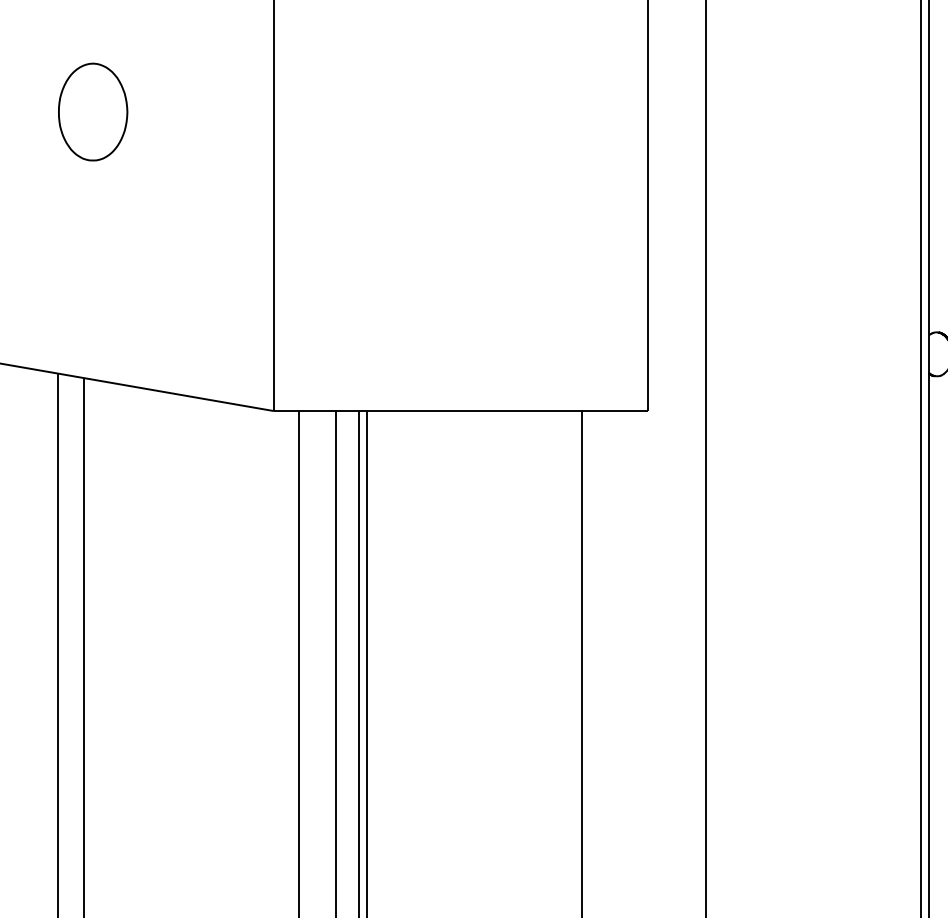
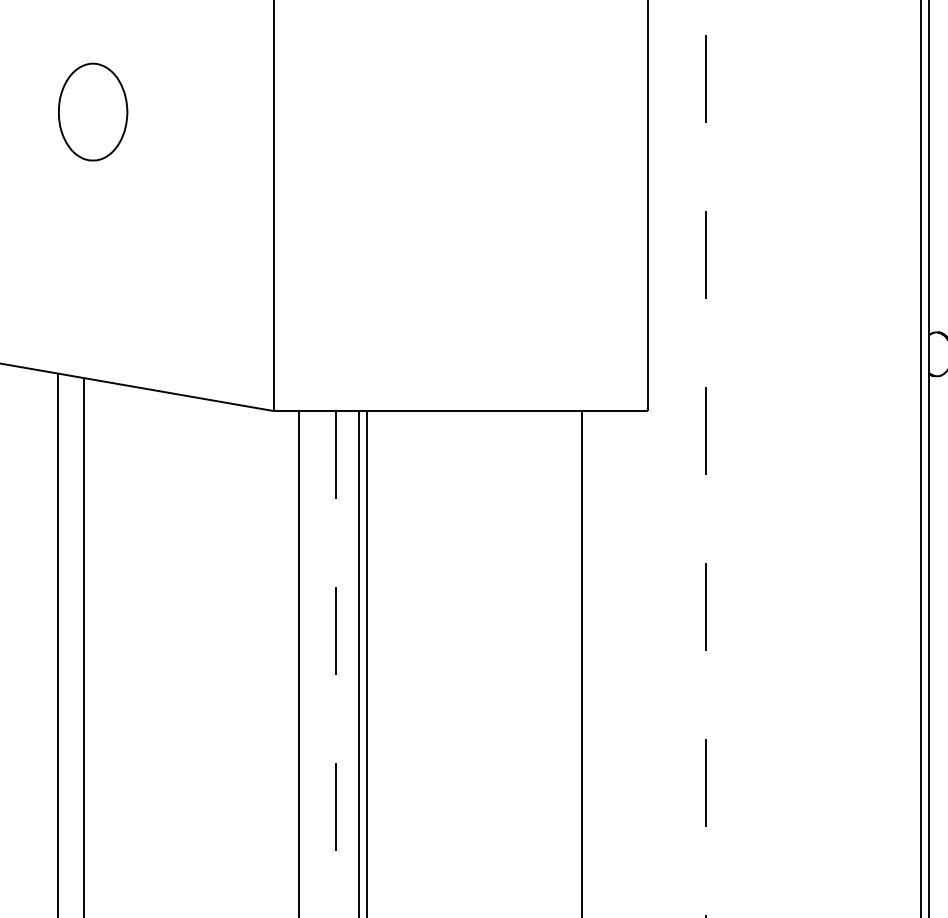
line at (706, 458): solid -> dashed
line at (335, 664): solid -> dashed
